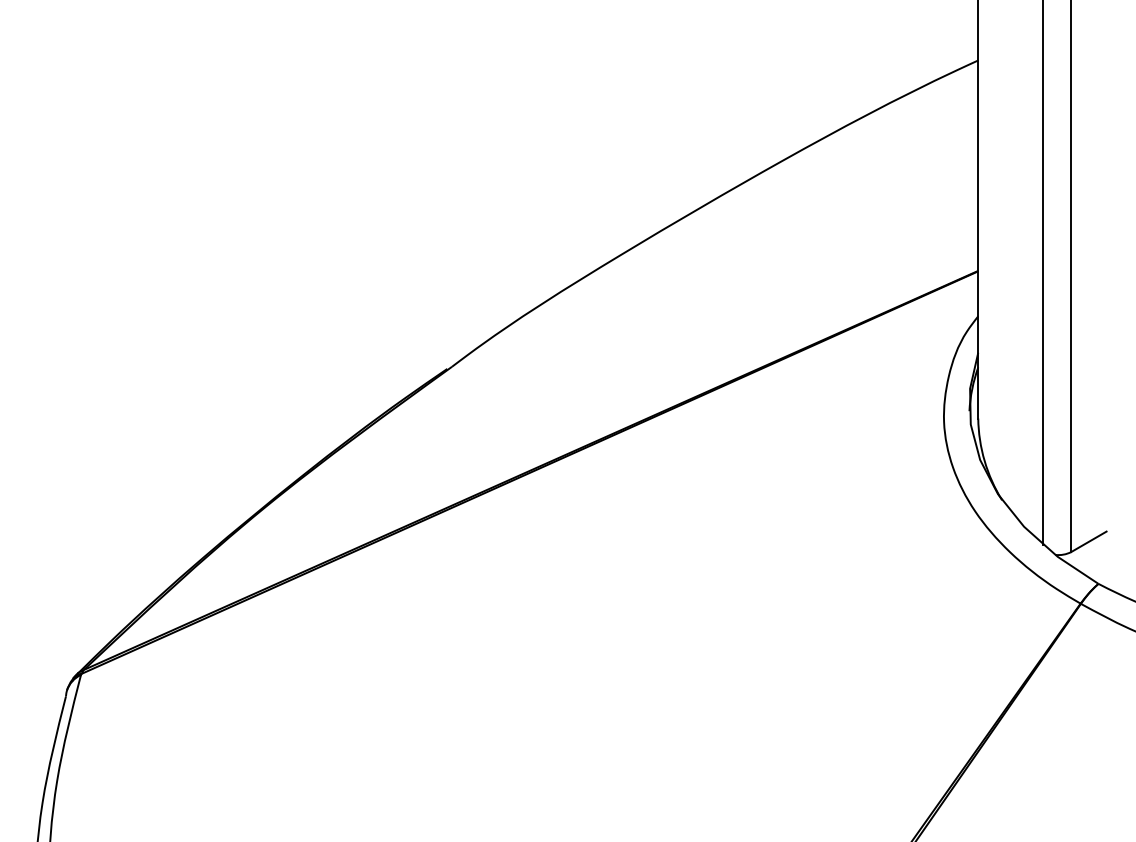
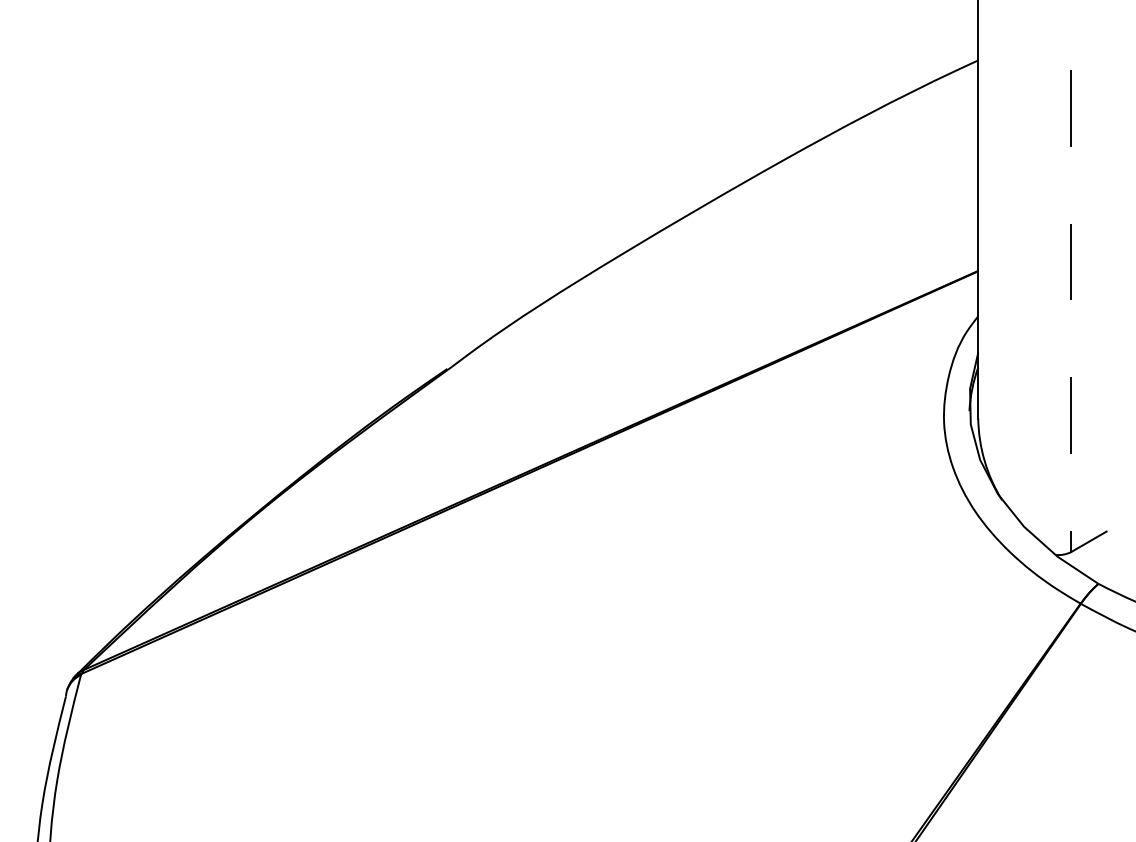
line at (1043, 273): present -> none
line at (1071, 276): solid -> dashed
